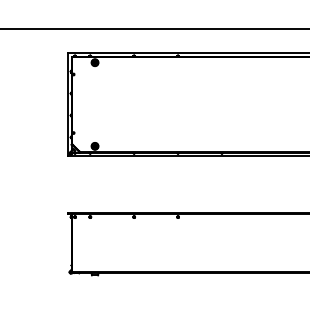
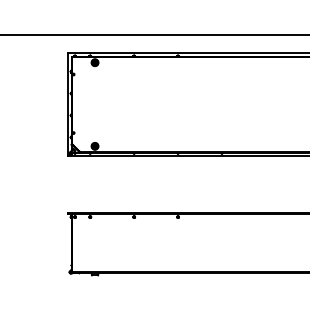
line at (154, 28) position: (154, 28) -> (154, 34)
